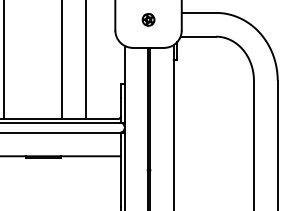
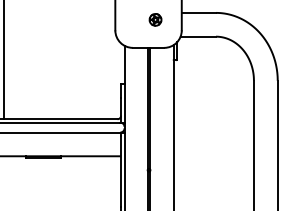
part at (148, 19) position: (148, 19) -> (155, 19)
line at (61, 60): present -> none
line at (85, 60): present -> none
